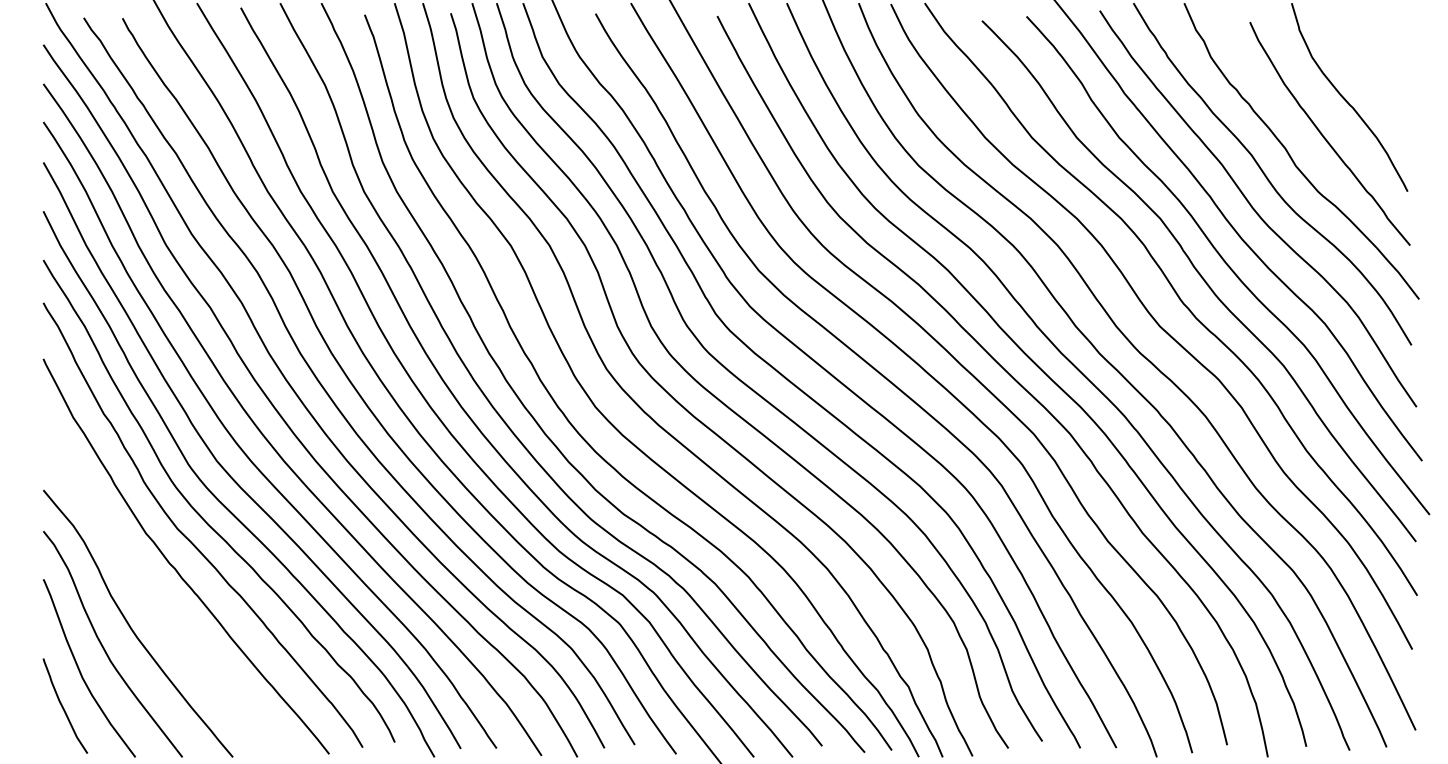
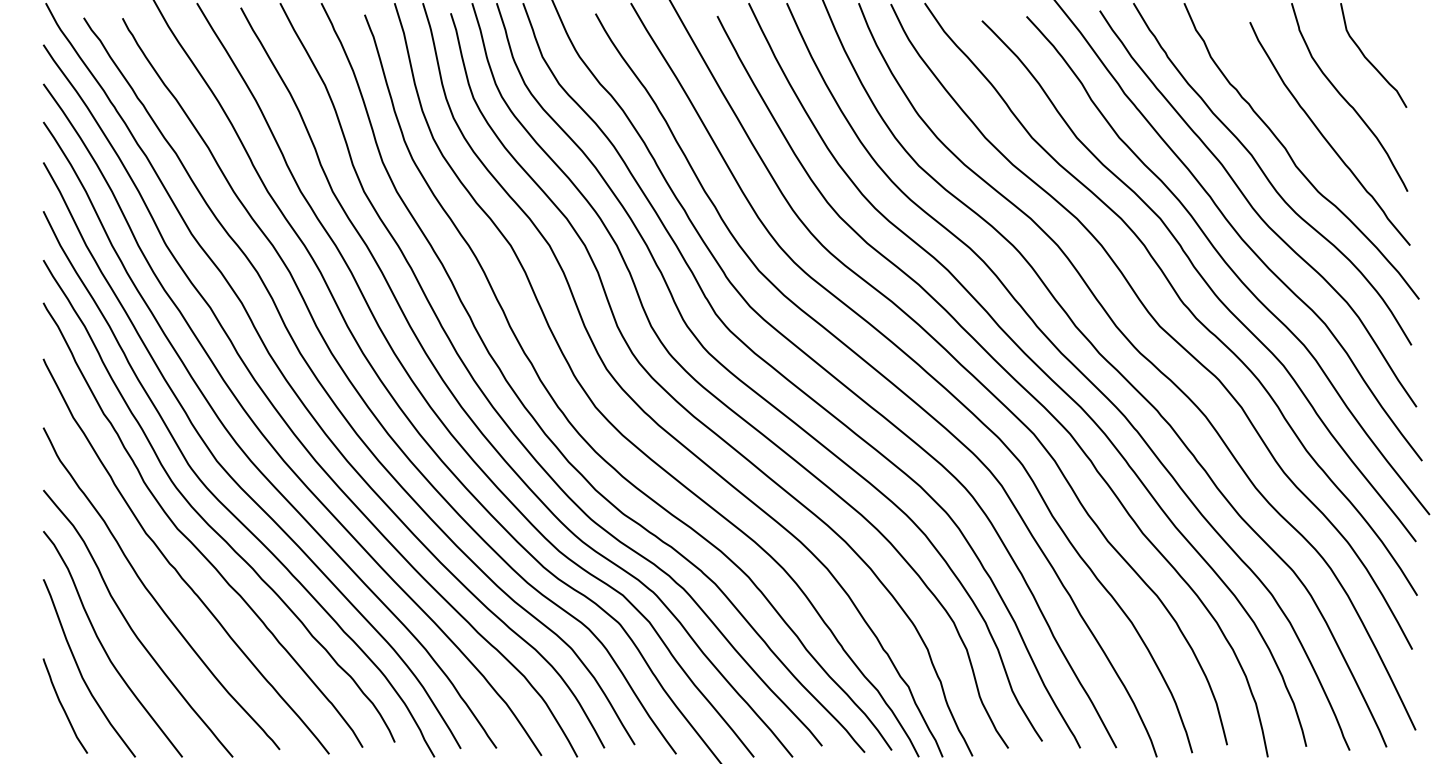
curve at (1368, 59): none -> present
curve at (152, 594): none -> present
